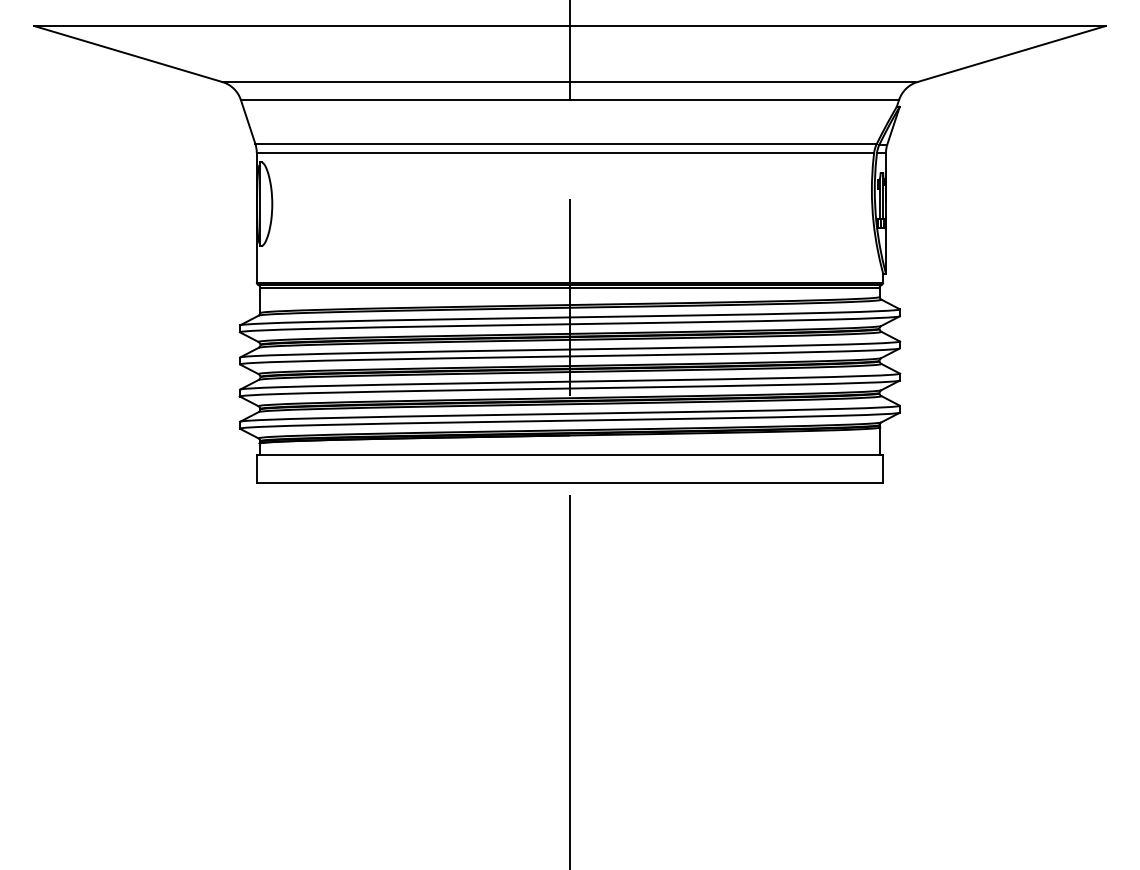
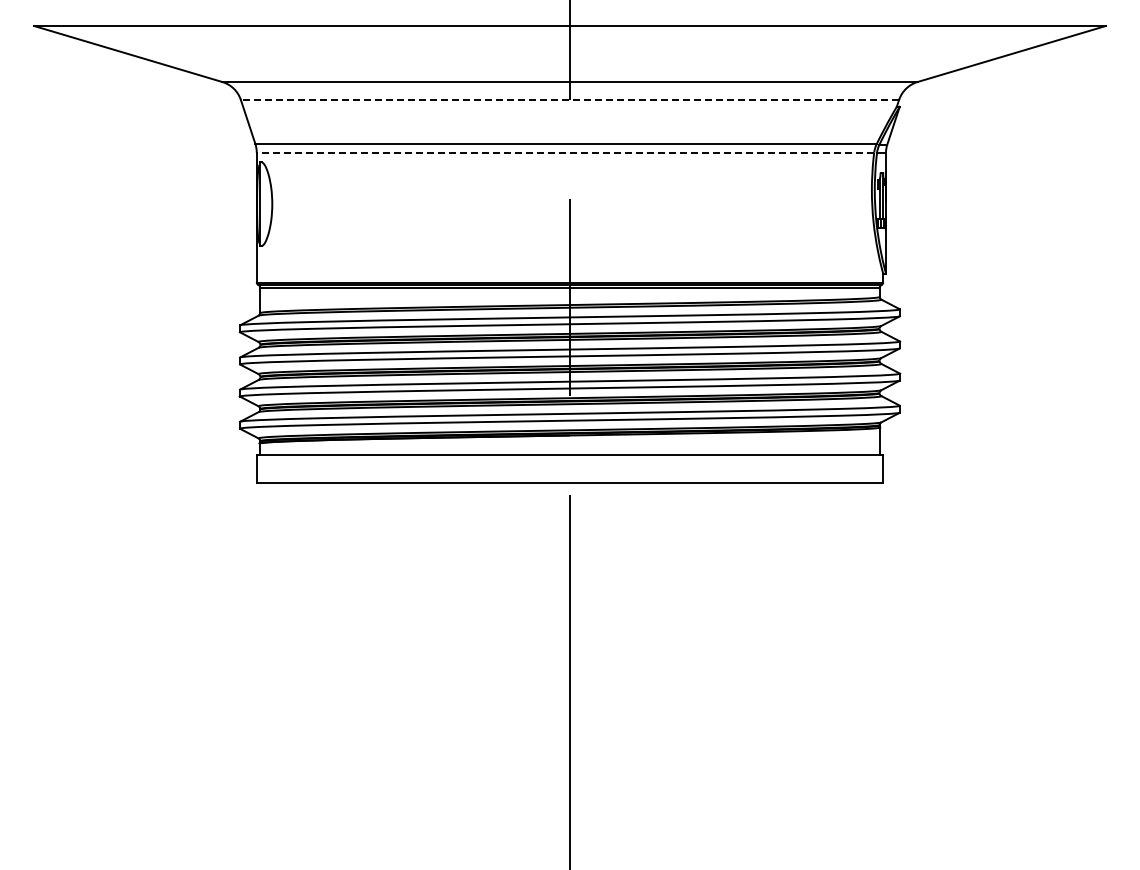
line at (569, 100): solid -> dashed
line at (565, 152): solid -> dashed
